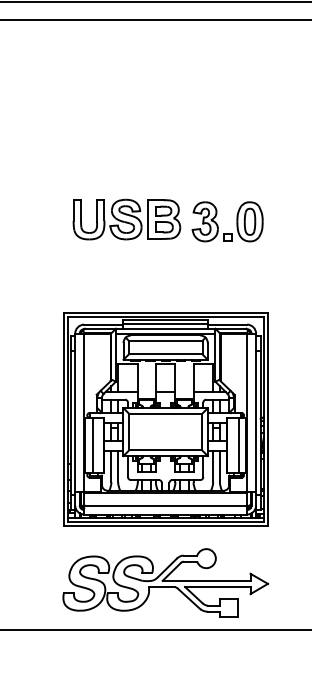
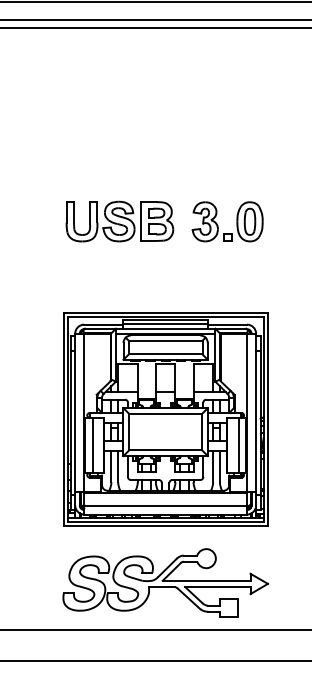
line at (155, 28): none -> present
part at (126, 219) position: (126, 219) -> (119, 221)
line at (155, 660): none -> present
